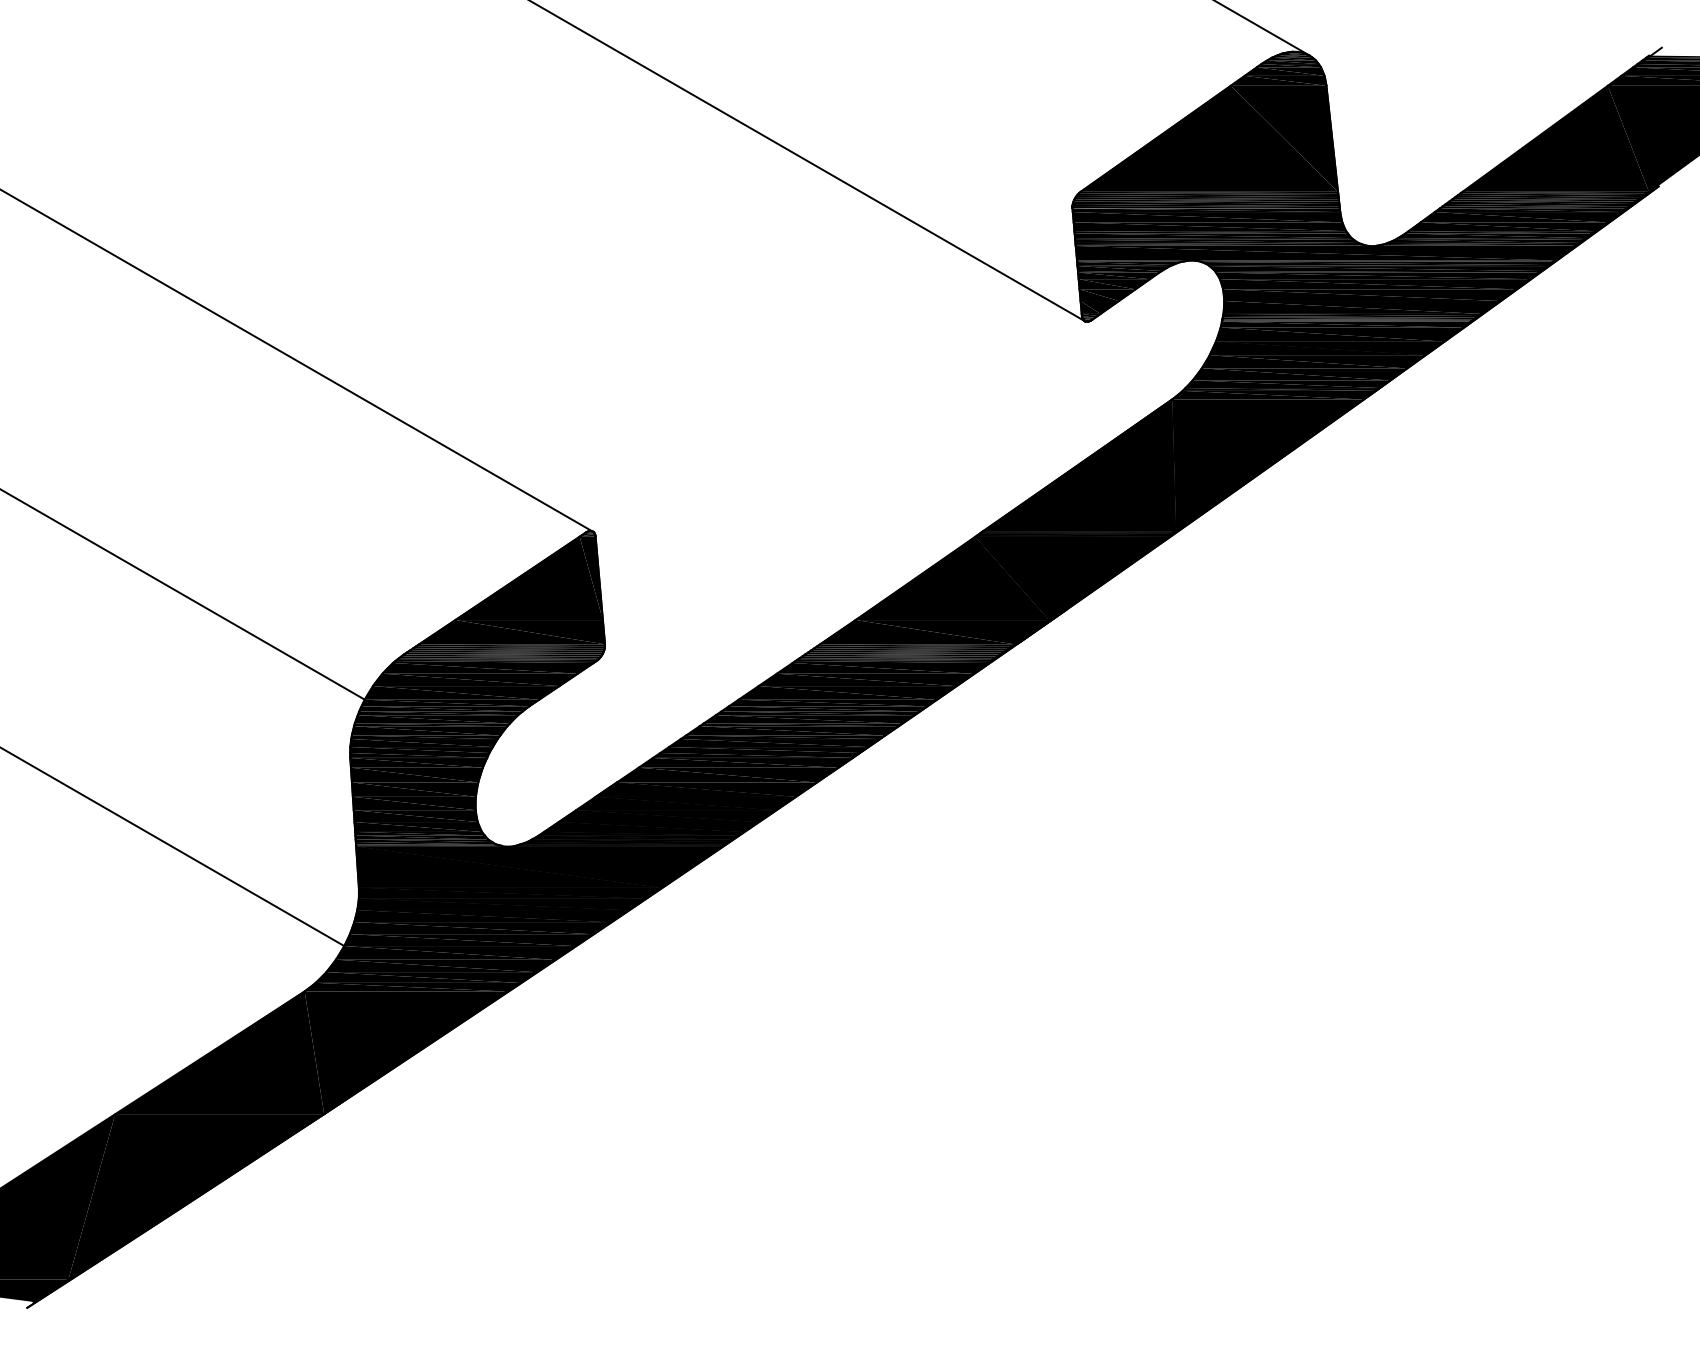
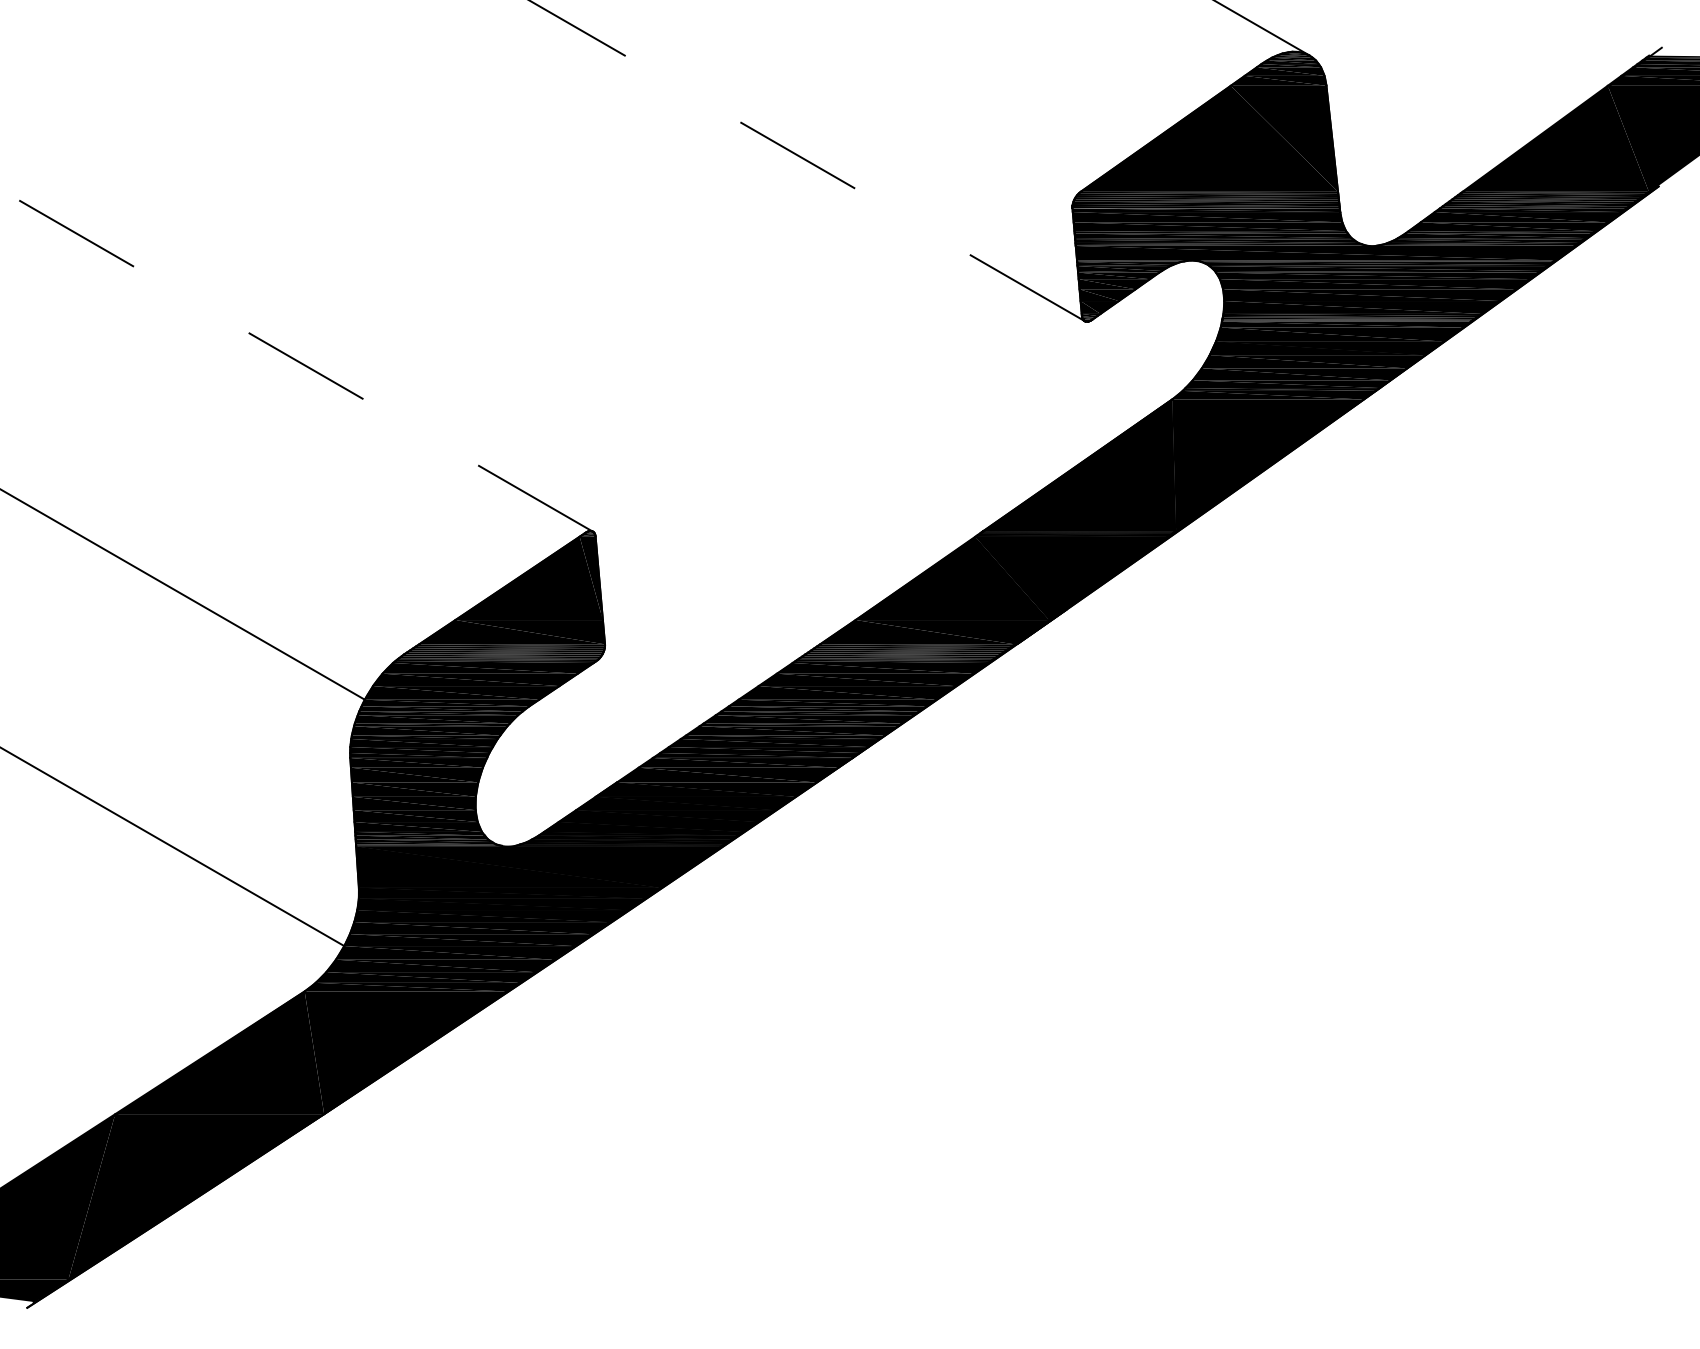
line at (806, 160): solid -> dashed
line at (296, 360): solid -> dashed
